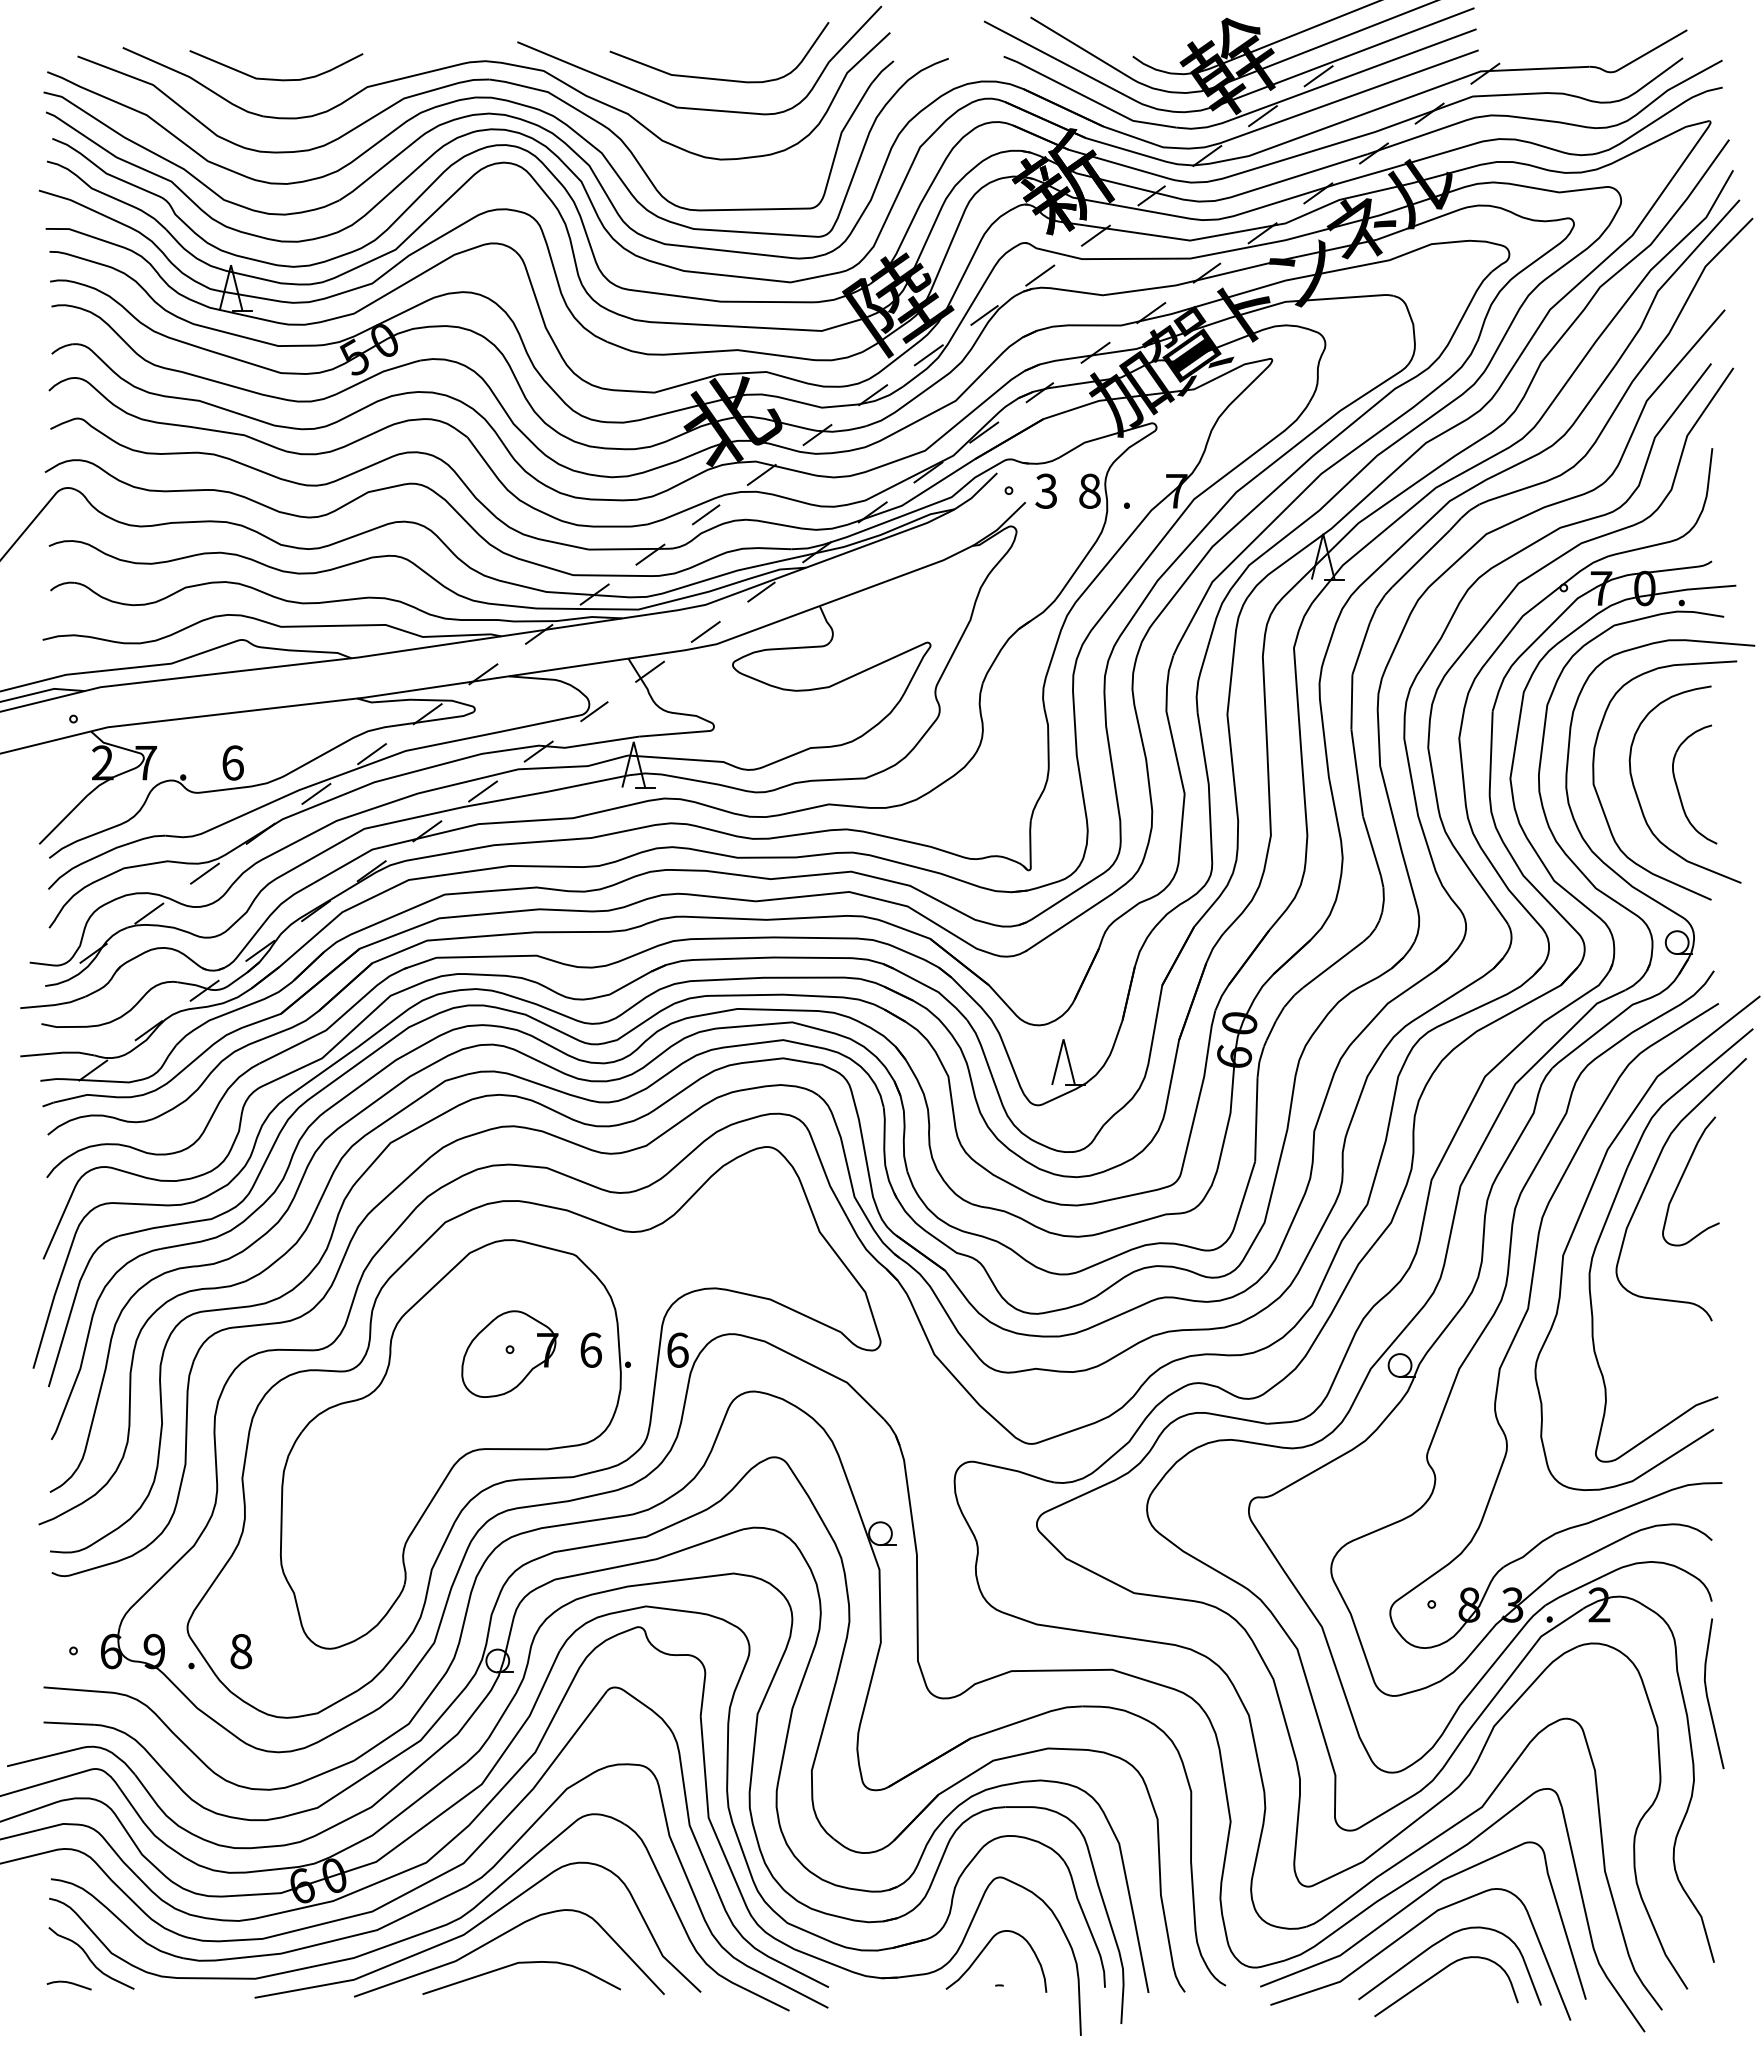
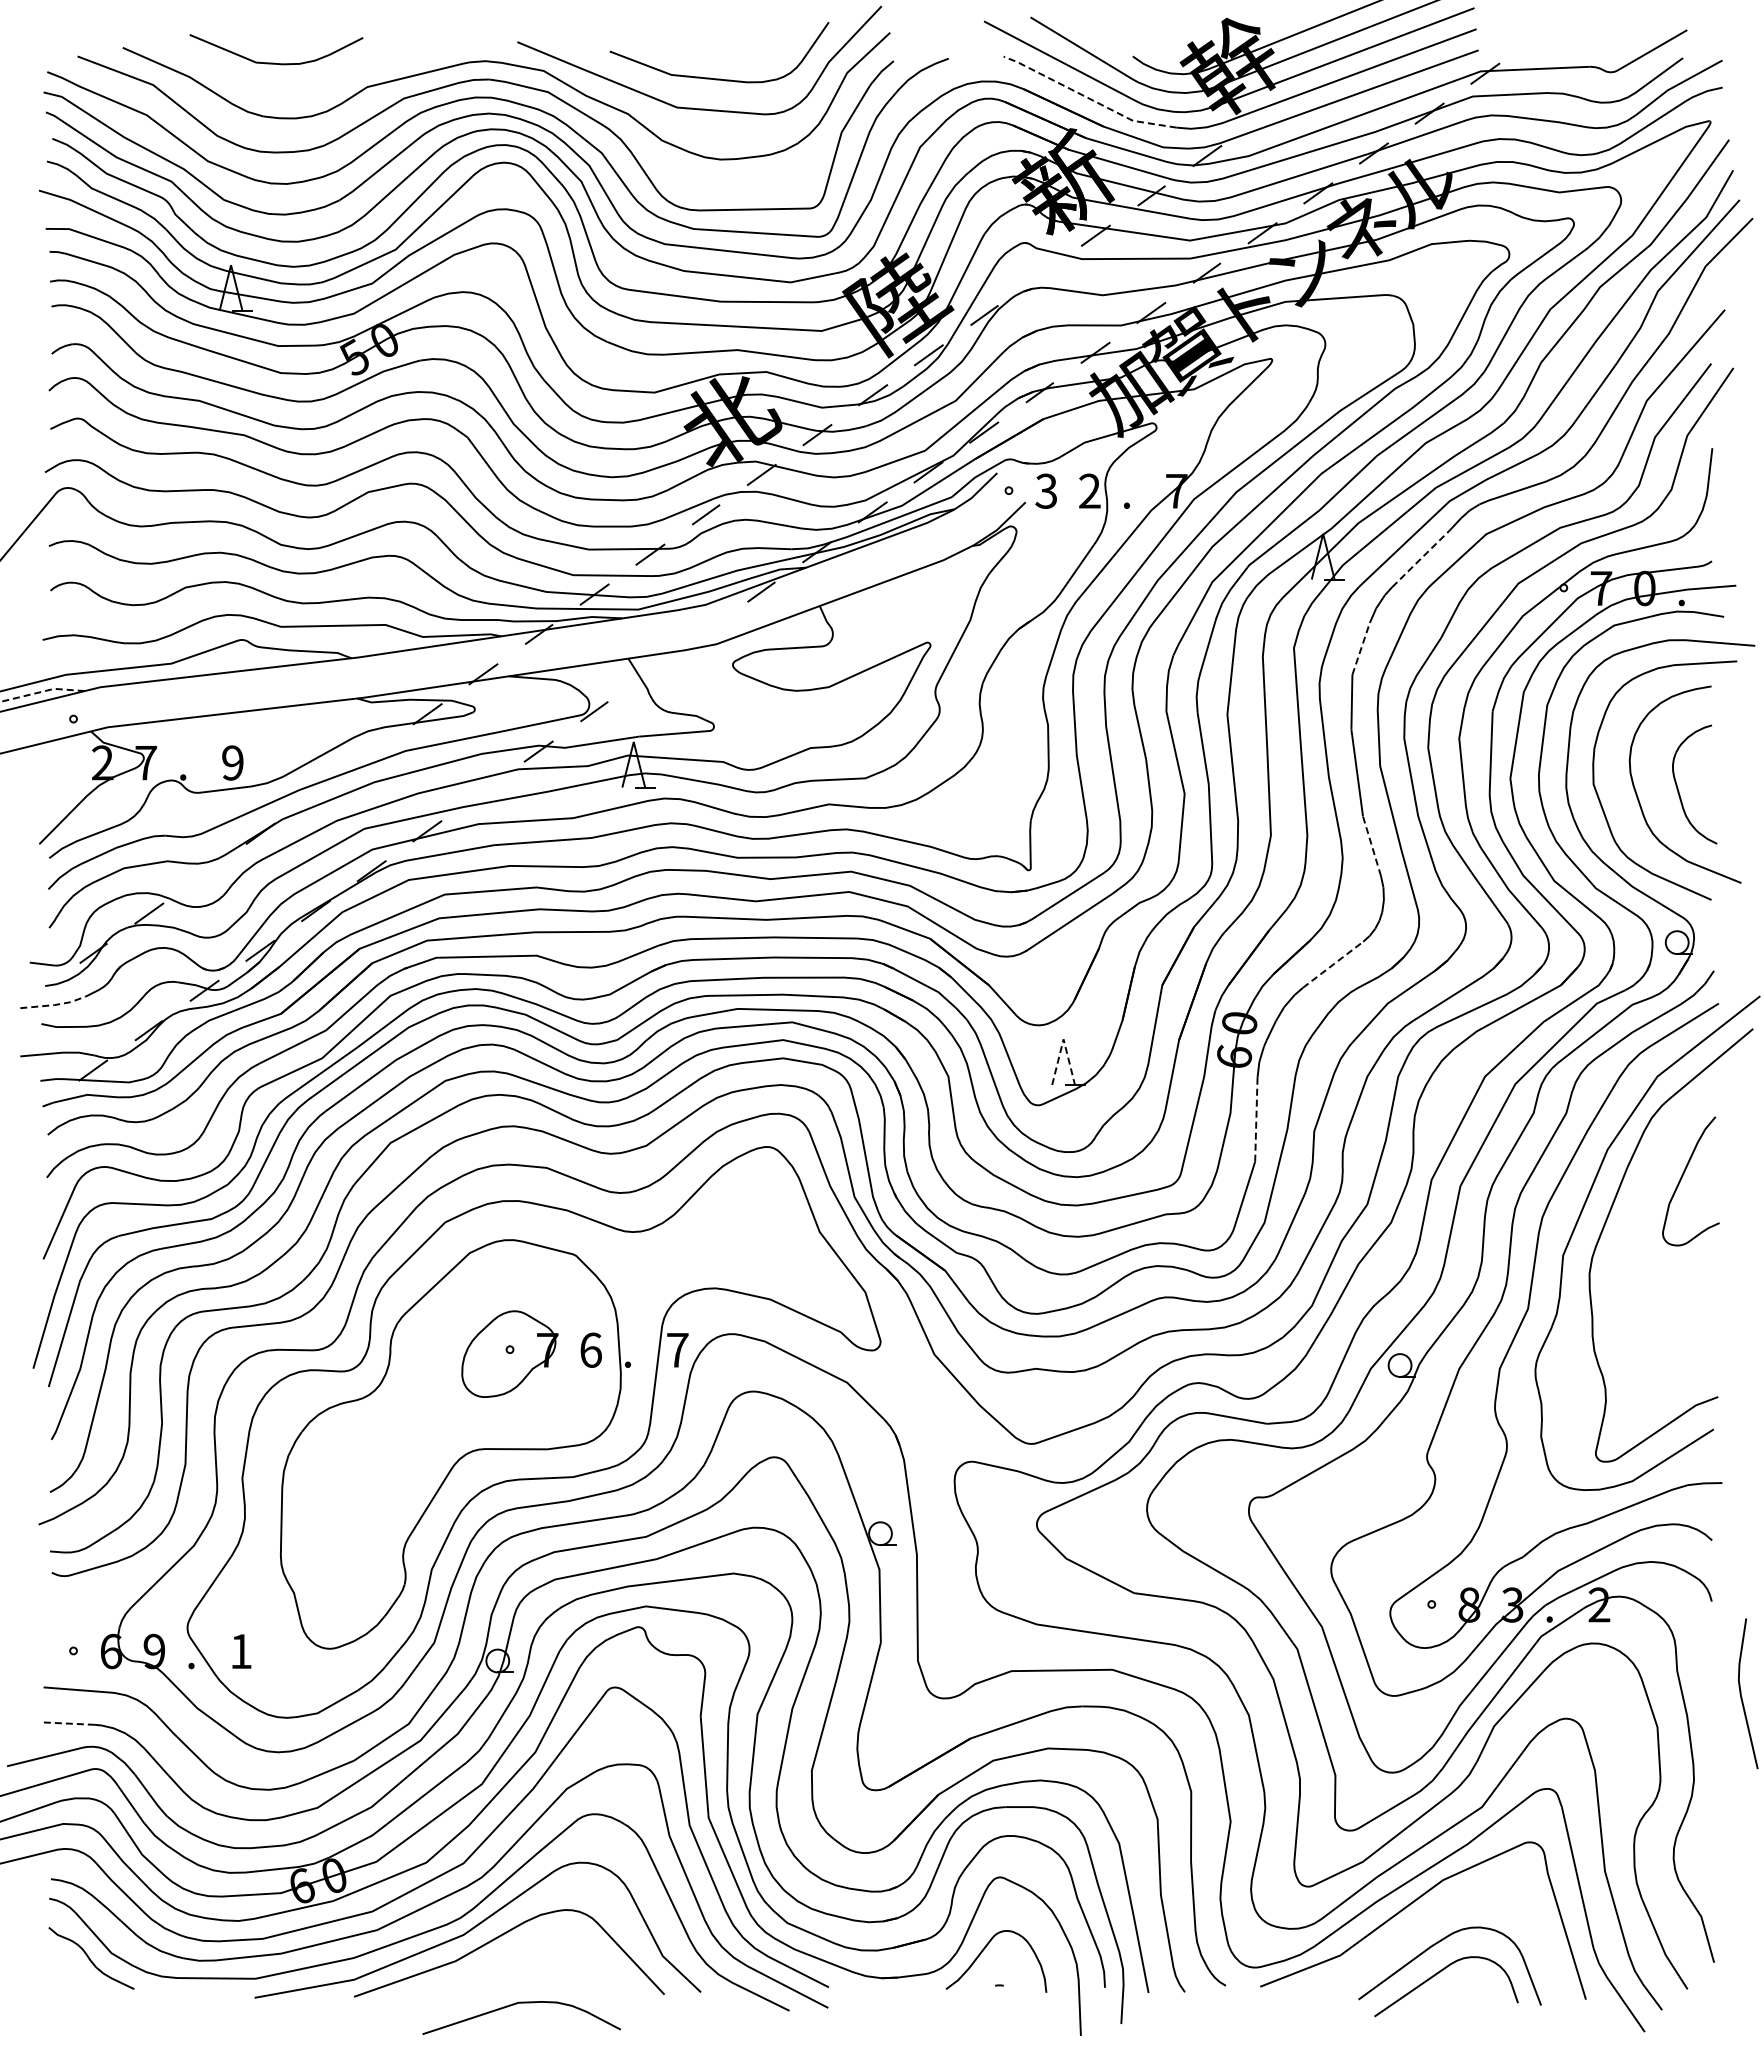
line at (1318, 76): present -> none
curve at (274, 78) position: (274, 78) -> (274, 62)
line at (1087, 97): solid -> dashed
line at (1262, 116): present -> none
line at (1040, 275): present -> none
text at (1089, 490): 8 -> 2
line at (1421, 558): solid -> dashed
line at (705, 631): present -> none
line at (1361, 648): solid -> dashed
line at (649, 671): present -> none
line at (42, 691): solid -> dashed
line at (371, 754): present -> none
text at (232, 762): 6 -> 9
line at (482, 791): present -> none
line at (316, 793): present -> none
line at (1371, 845): solid -> dashed
line at (204, 873): present -> none
line at (1333, 964): solid -> dashed
line at (54, 1005): solid -> dashed
line at (1063, 1039): solid -> dashed
line at (1256, 1119): solid -> dashed
curve at (1651, 1176): present -> none
text at (677, 1349): 6 -> 7
text at (241, 1651): 8 -> 1
curve at (1707, 1693) position: (1707, 1693) -> (1741, 1693)
line at (69, 1723): solid -> dashed
curve at (1405, 1935): present -> none
curve at (517, 1964) position: (517, 1964) -> (517, 2004)
curve at (68, 1983): present -> none
